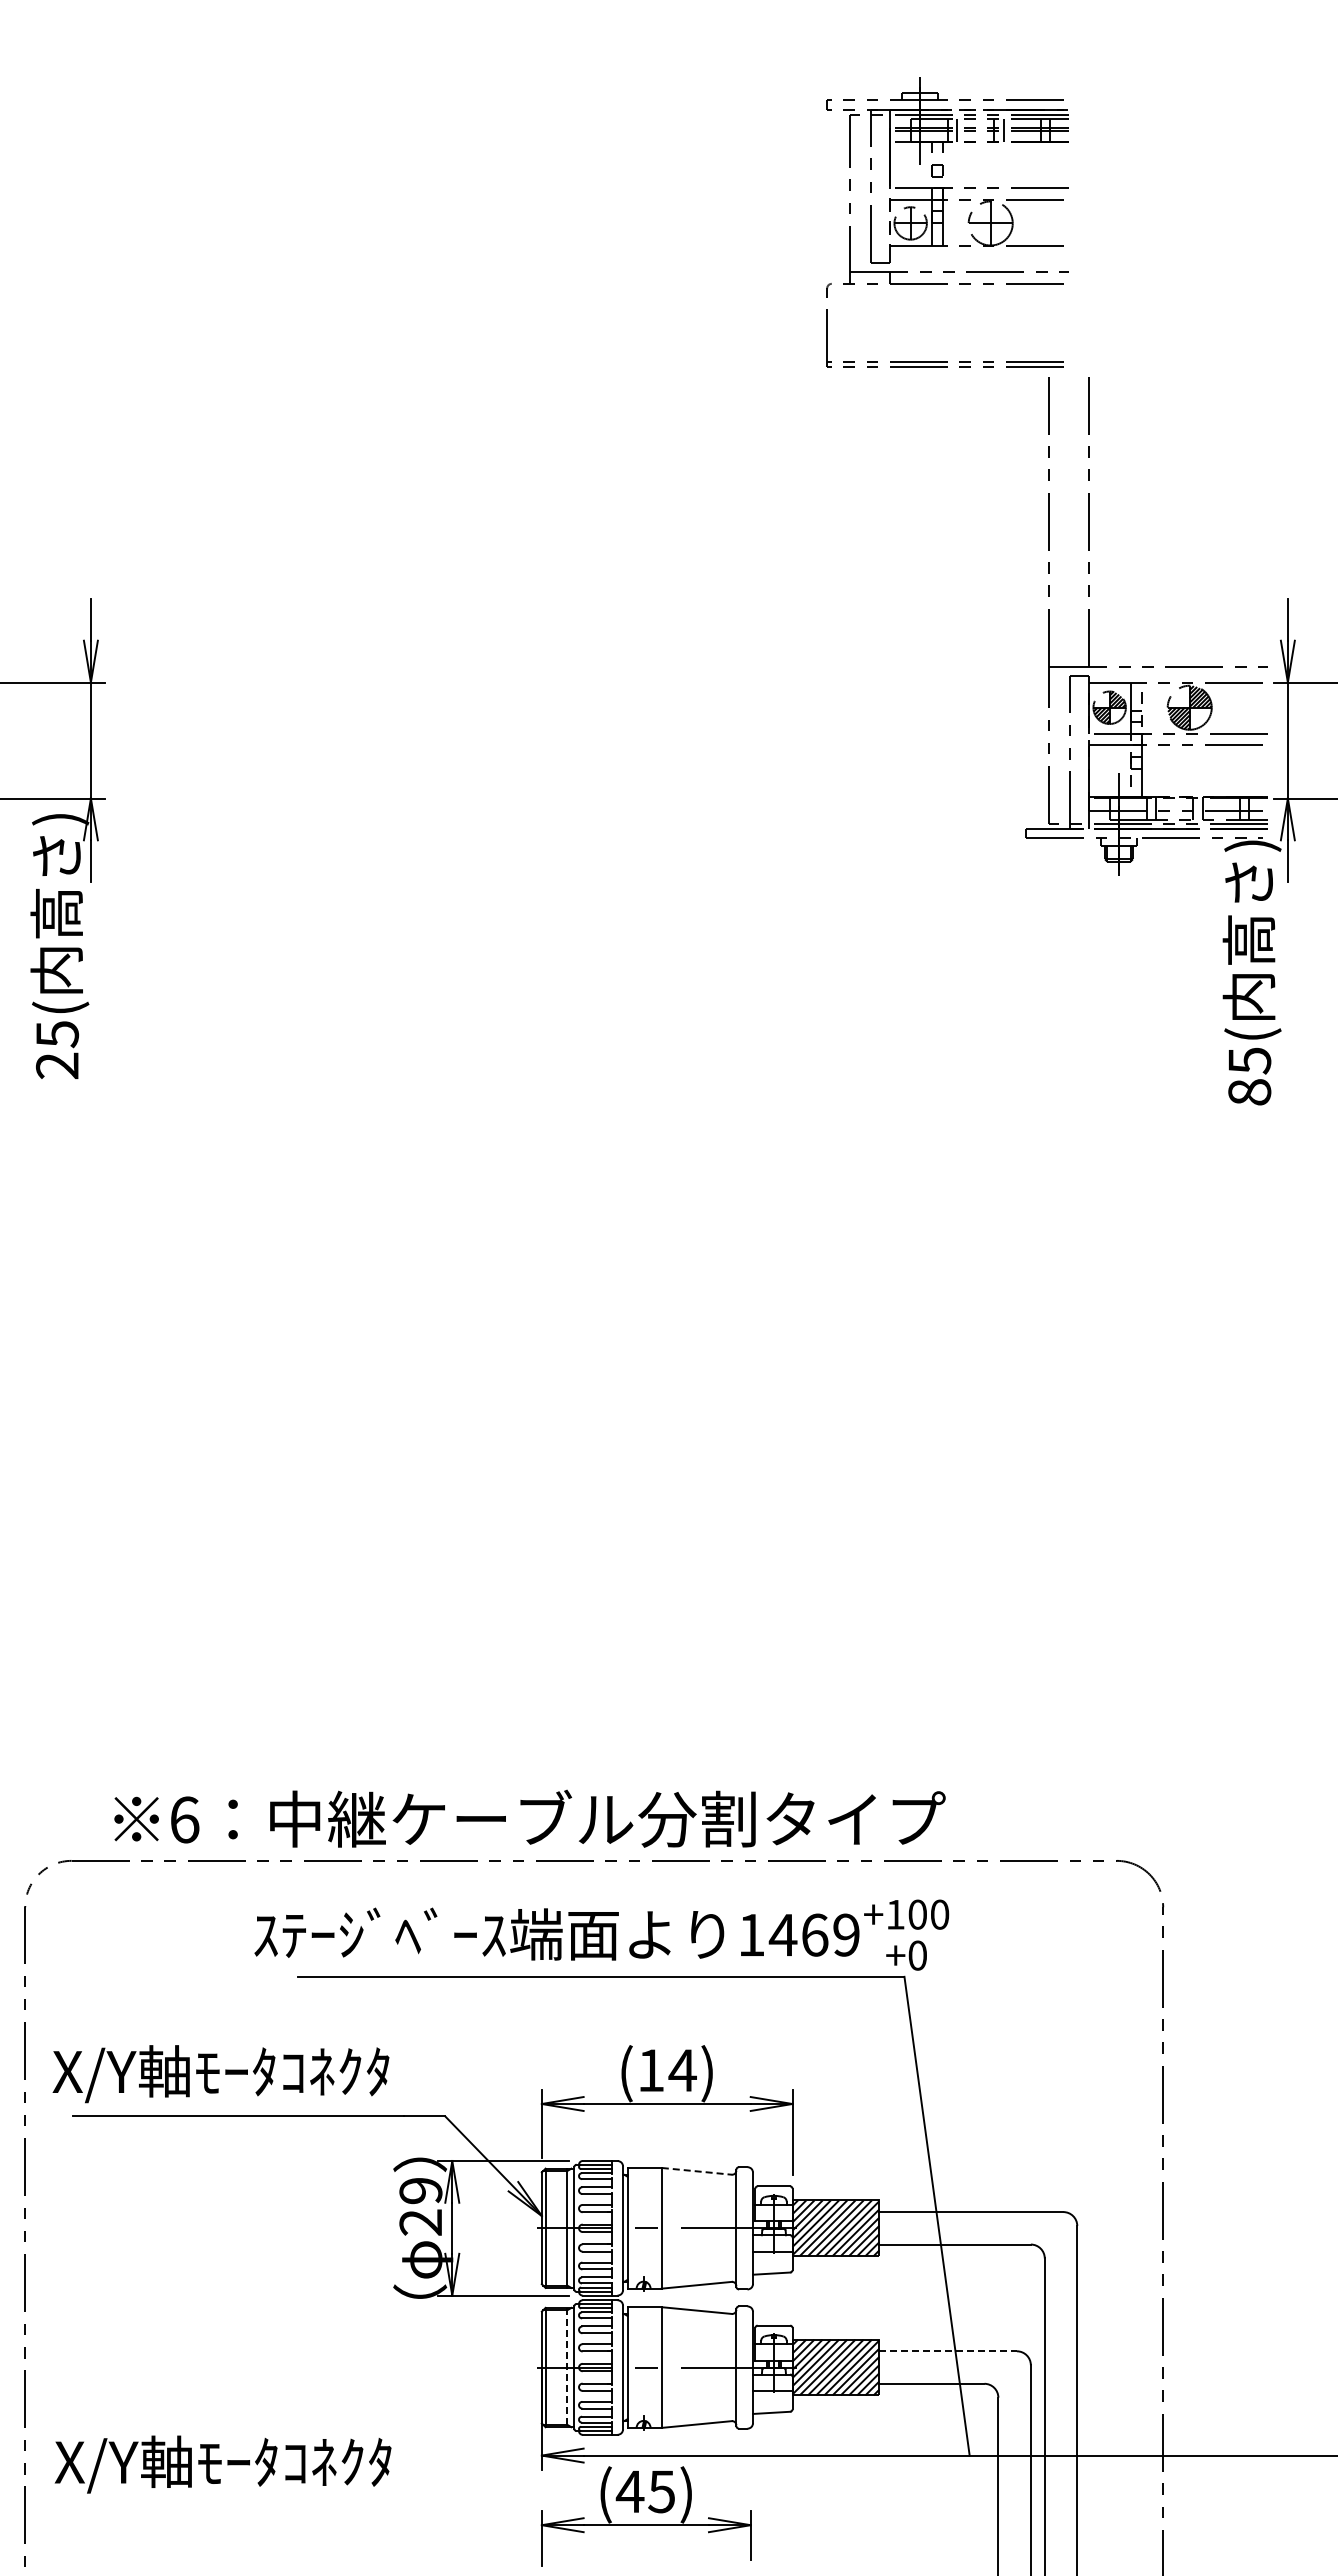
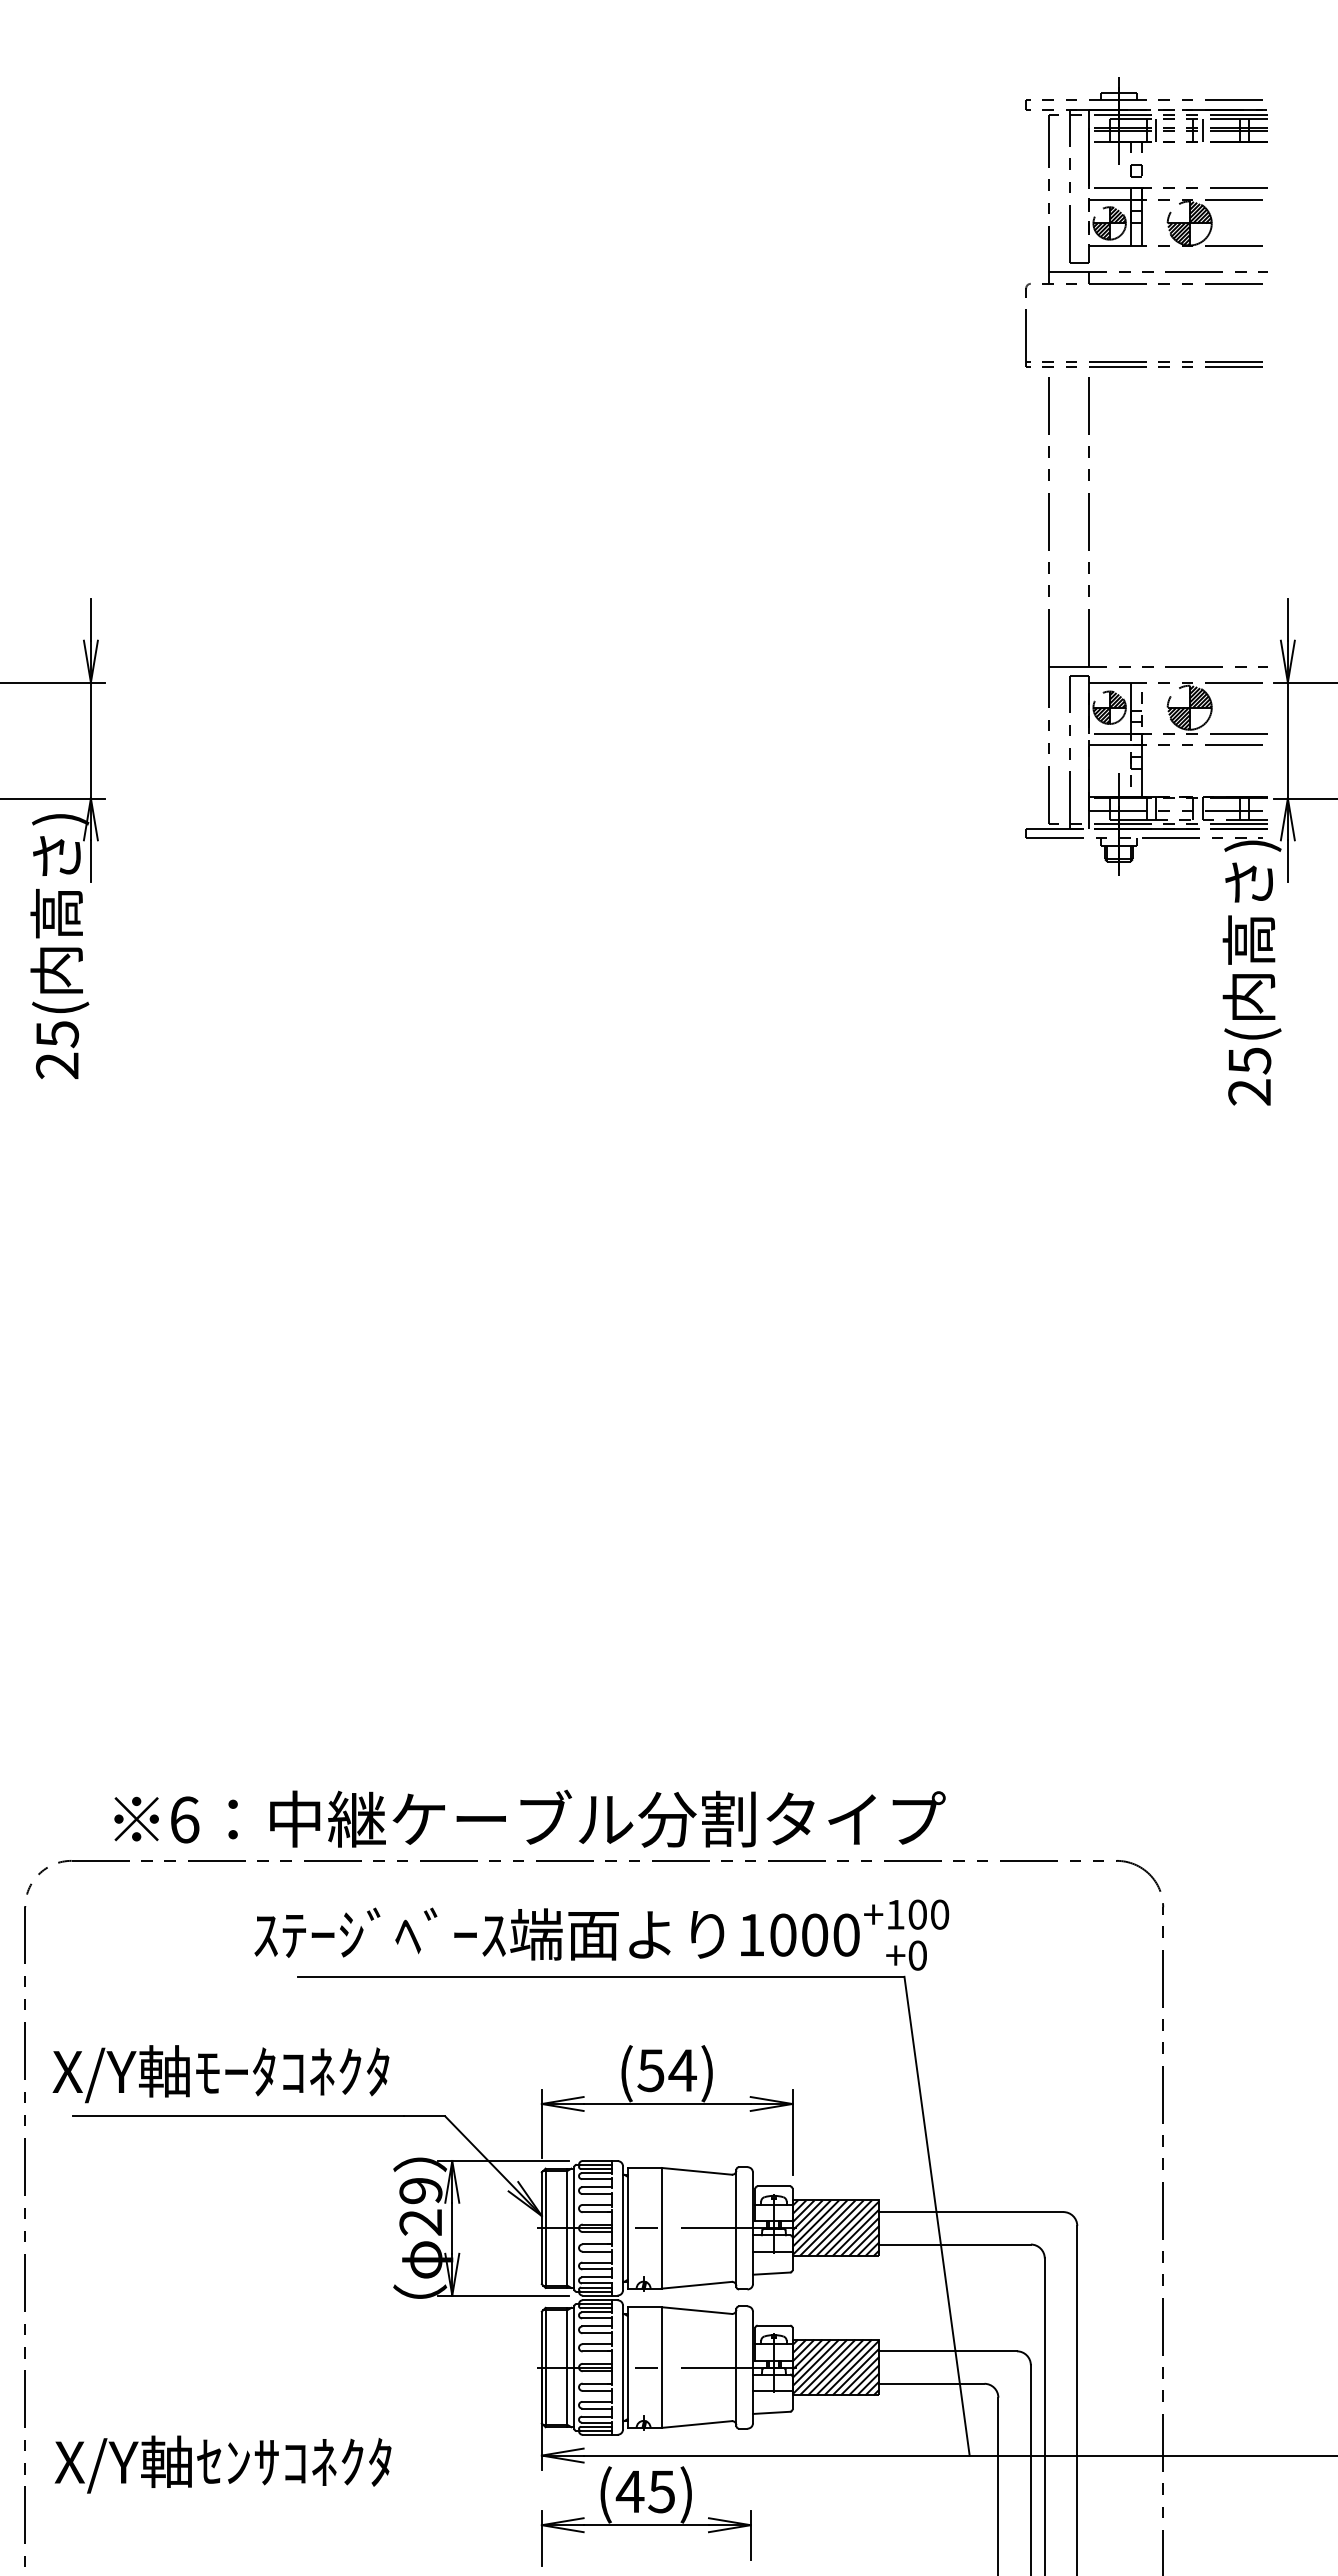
part at (947, 222) position: (947, 222) -> (1146, 222)
text at (1249, 1092): 85( -> 25(
text at (813, 1934): 1469 -> 1000
text at (650, 2070): (14) -> (54)
line at (697, 2171): dashed -> solid
line at (948, 2351): dashed -> solid
line at (567, 2367): dashed -> solid
text at (237, 2461): X/Y軸ﾓｰﾀｺﾈｸﾀ -> X/Y軸ｾﾝｻｺﾈｸﾀ
